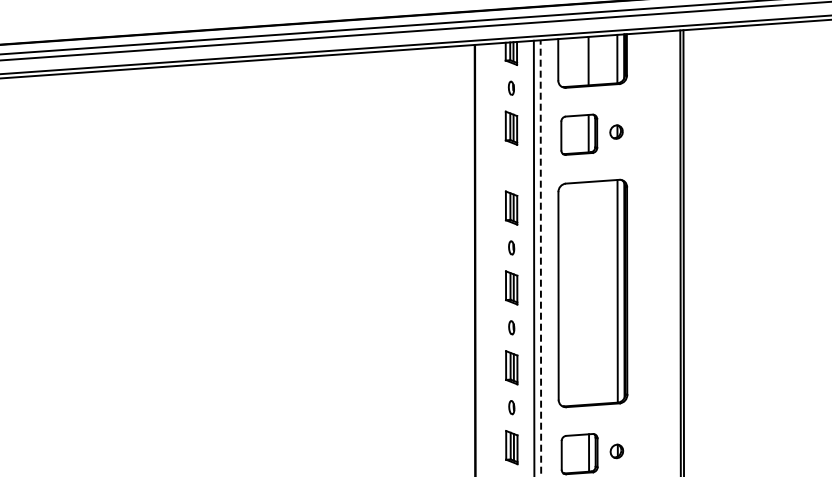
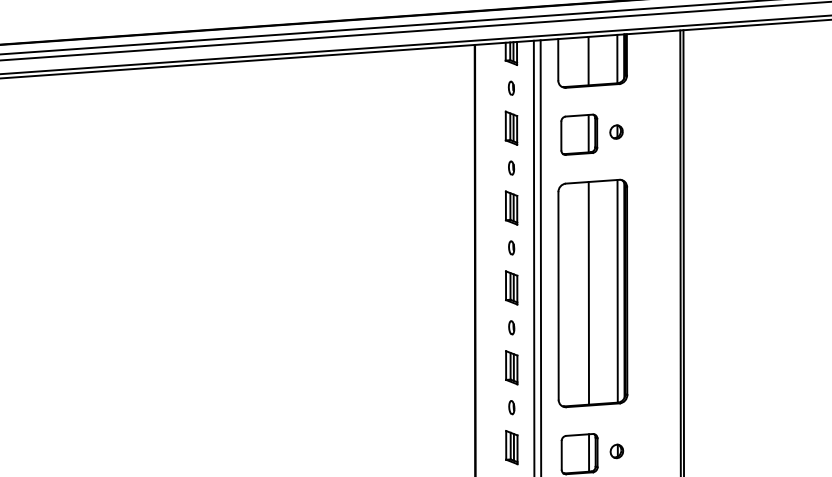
part at (511, 167): none -> present
line at (540, 258): dashed -> solid
line at (588, 293): none -> present
